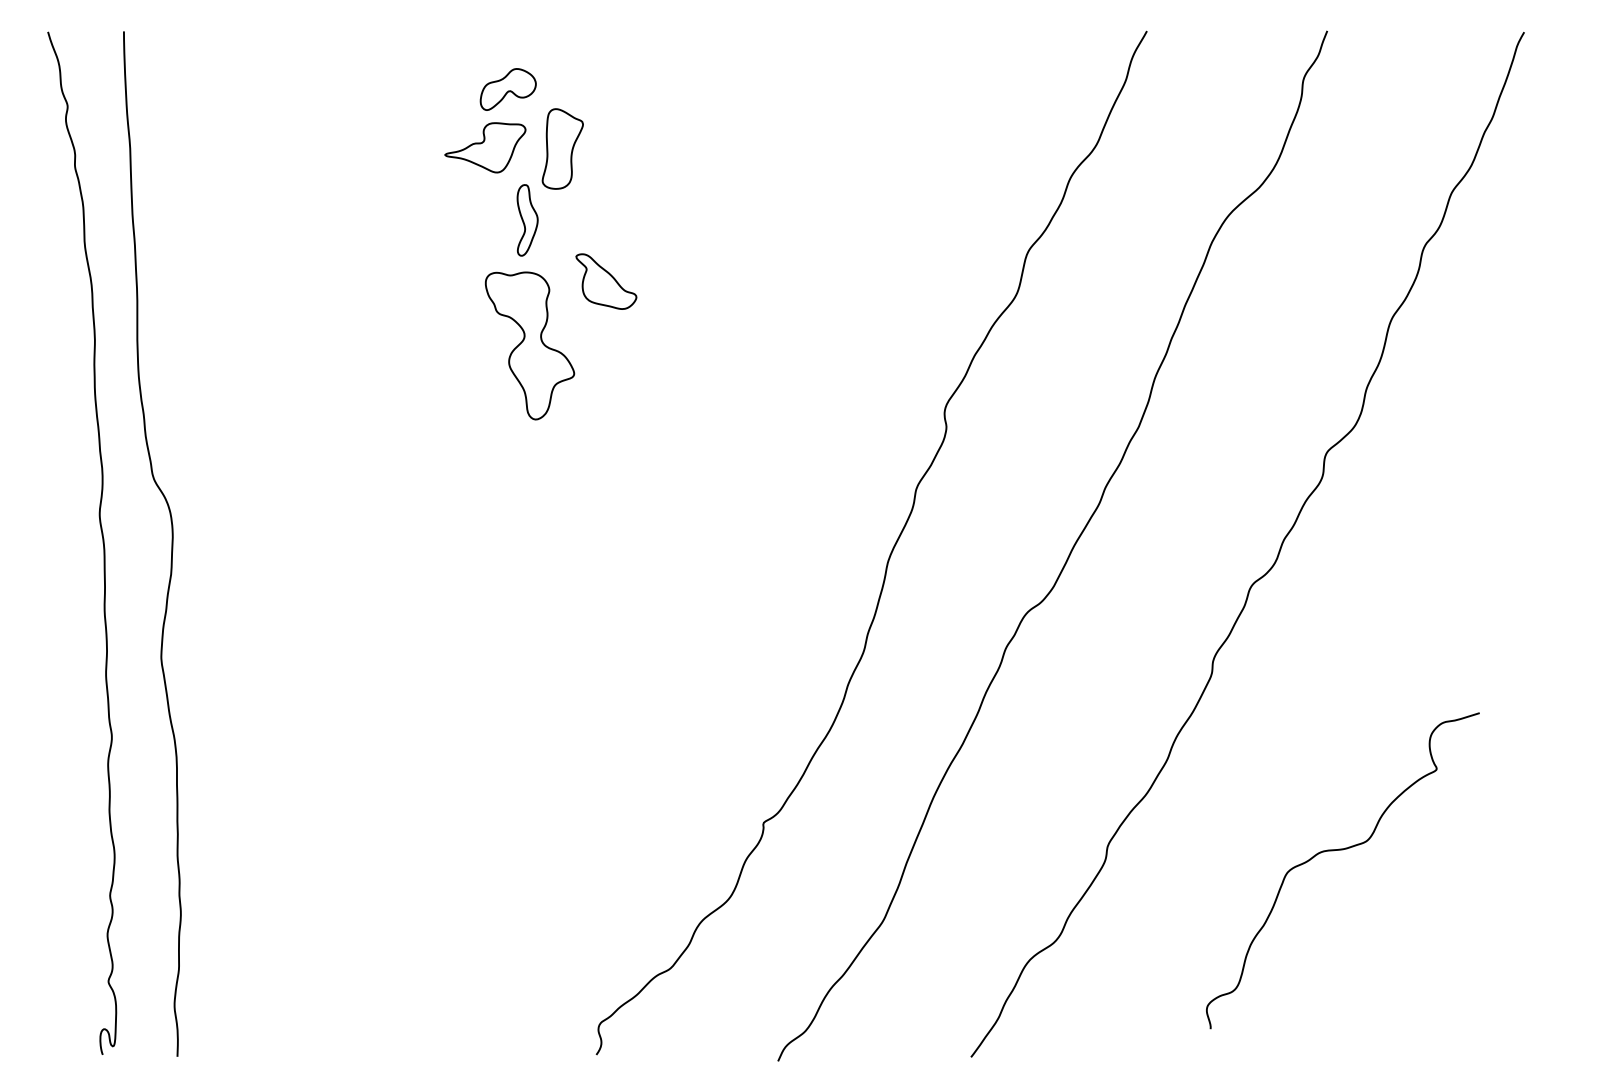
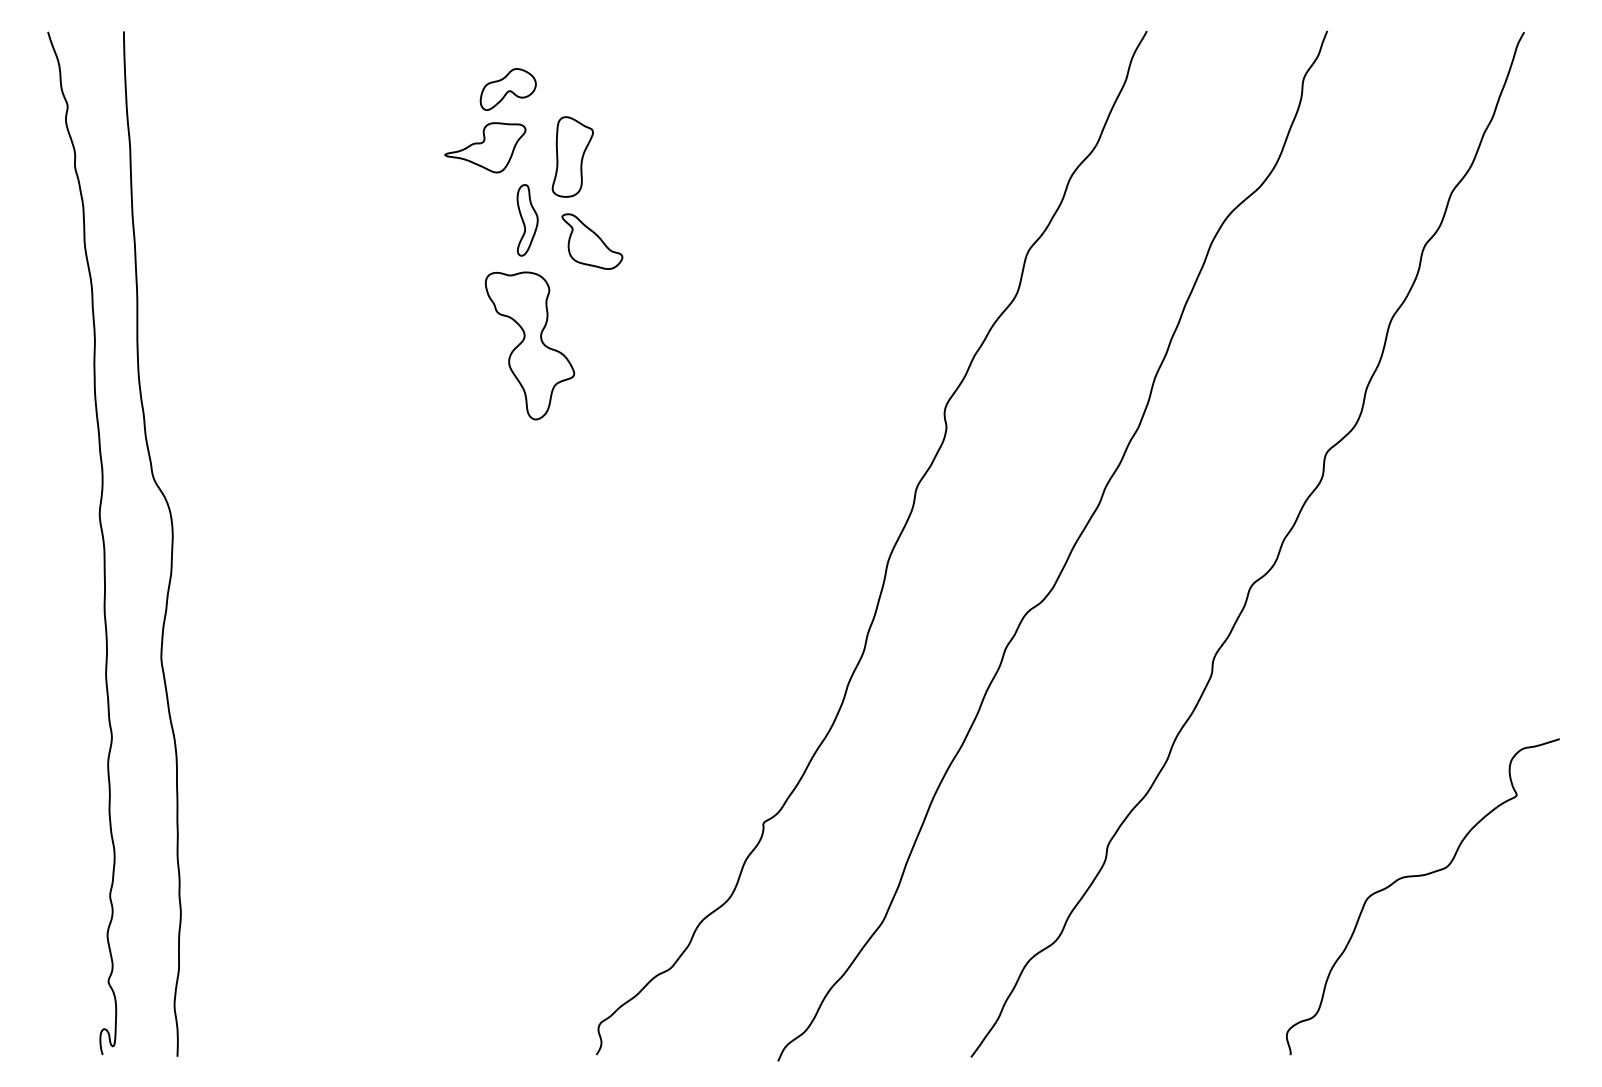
part at (562, 148) position: (562, 148) -> (572, 156)
part at (606, 281) position: (606, 281) -> (592, 241)
curve at (1342, 850) position: (1342, 850) -> (1422, 876)
